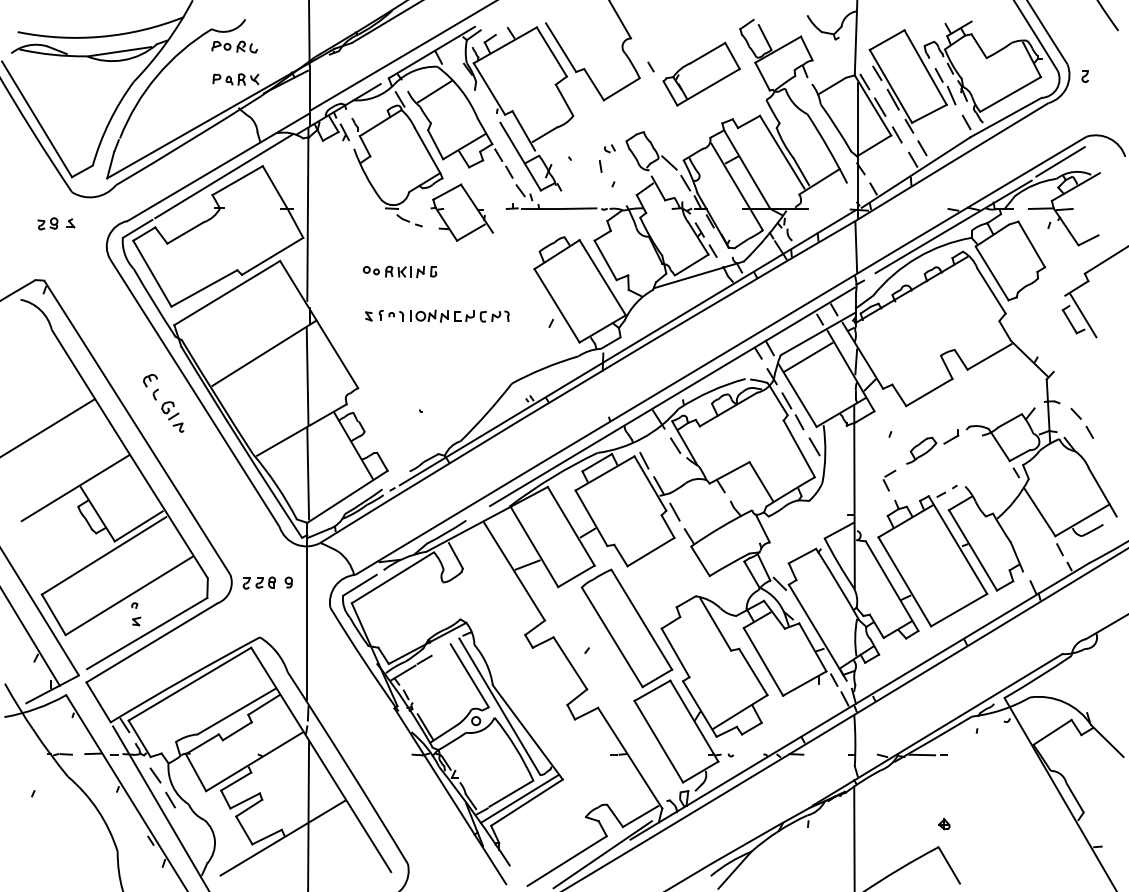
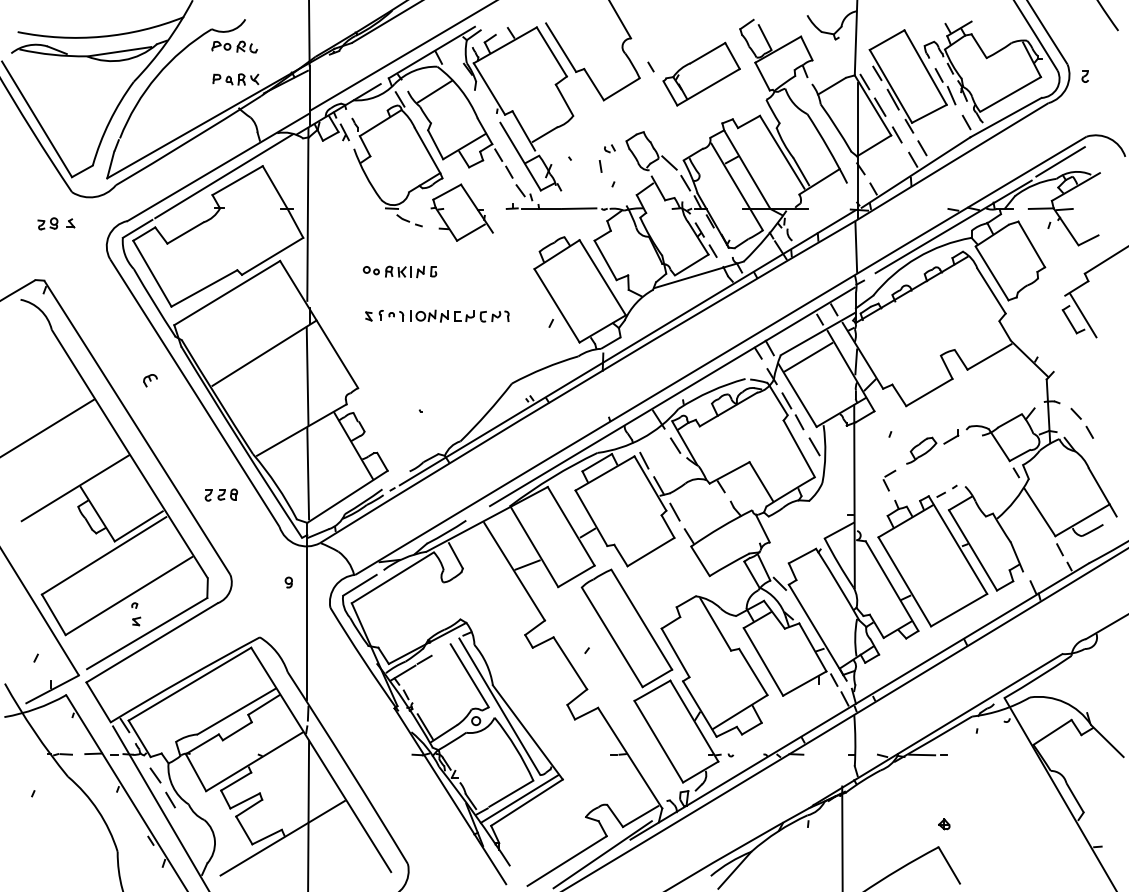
part at (168, 410): present -> none
part at (259, 582) position: (259, 582) -> (221, 494)
line at (30, 637): present -> none
line at (854, 837) position: (854, 837) -> (842, 837)
